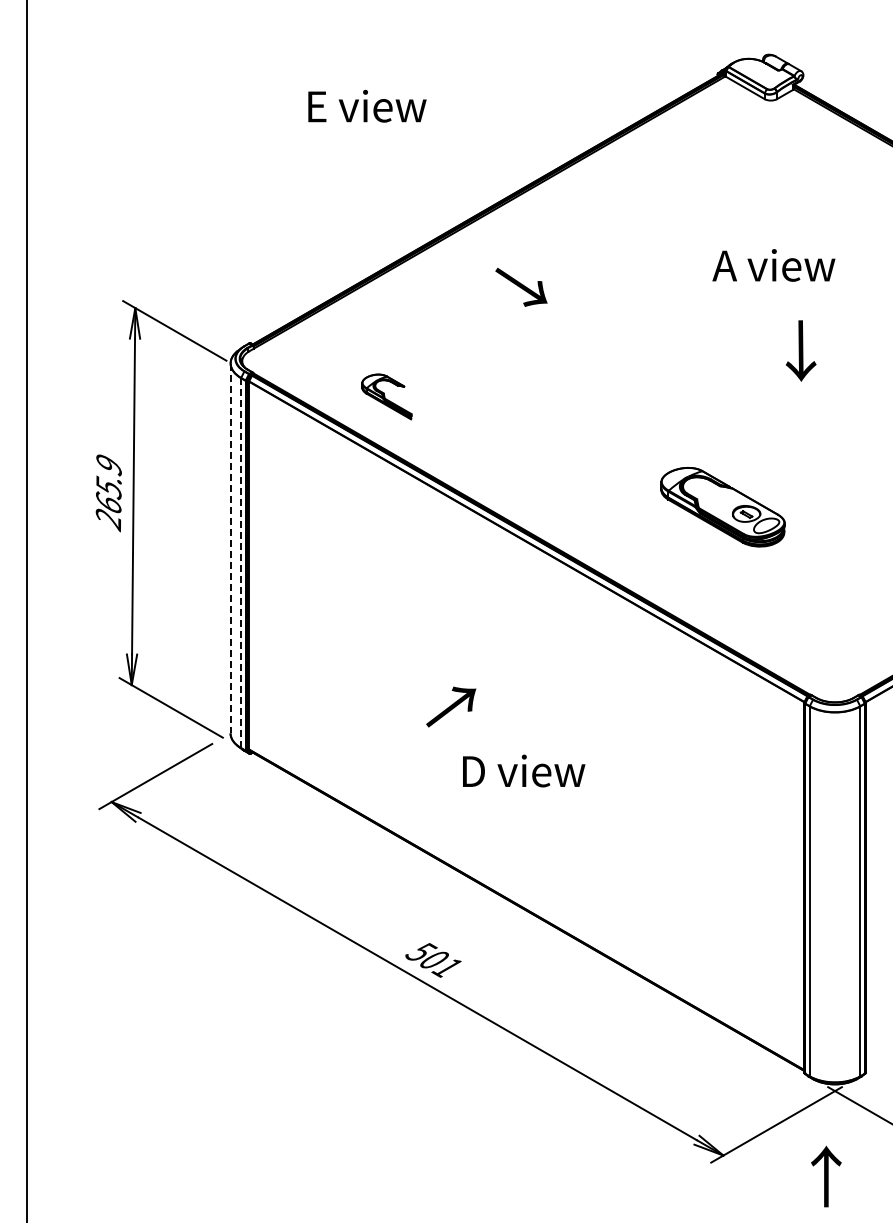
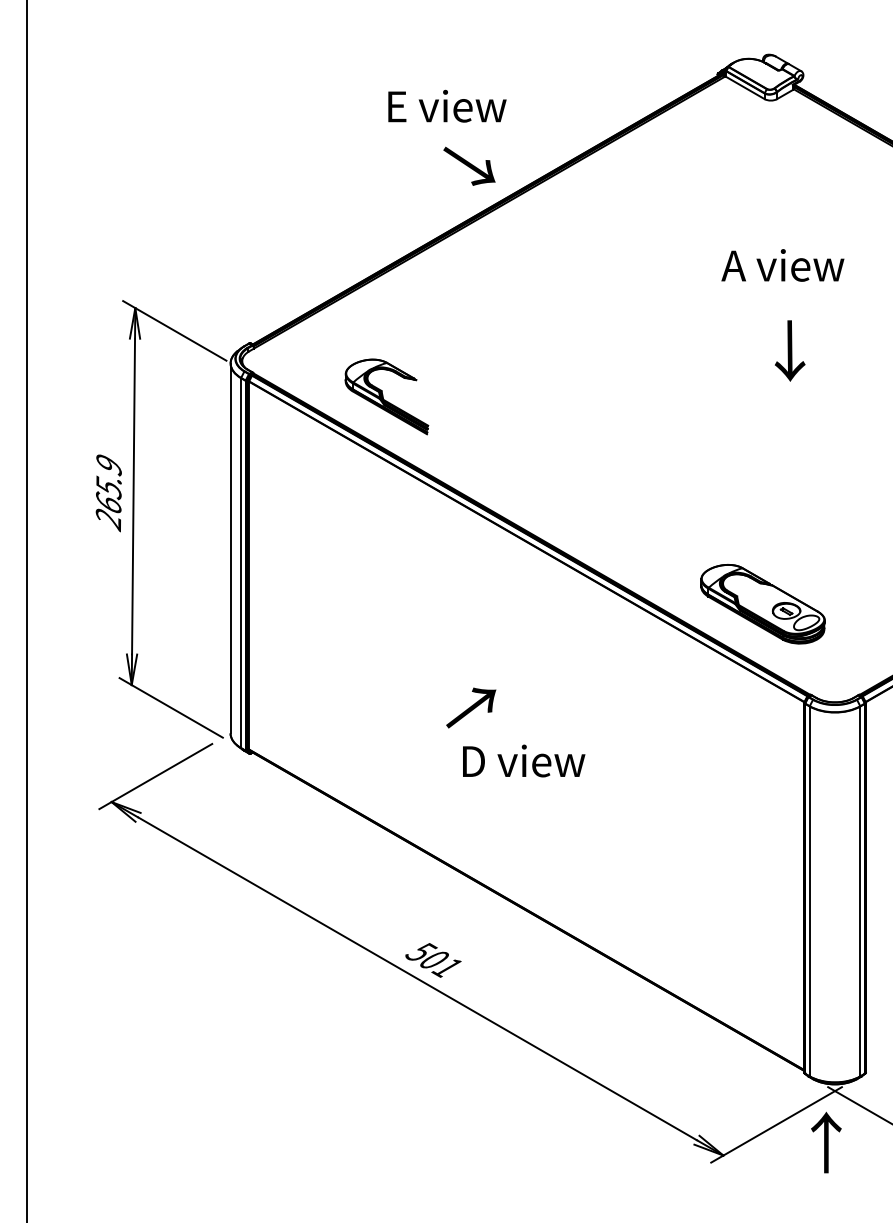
text at (367, 105) position: (367, 105) -> (447, 105)
text at (773, 265) position: (773, 265) -> (782, 265)
text at (521, 286) position: (521, 286) -> (469, 165)
text at (801, 350) position: (801, 350) -> (790, 350)
part at (386, 396) size: 52x48 px -> 86x78 px
part at (722, 507) position: (722, 507) -> (762, 604)
line at (230, 548): dashed -> solid
line at (241, 563): dashed -> solid
text at (451, 706) position: (451, 706) -> (471, 707)
text at (524, 770) position: (524, 770) -> (524, 760)
text at (826, 1176) position: (826, 1176) -> (826, 1142)
